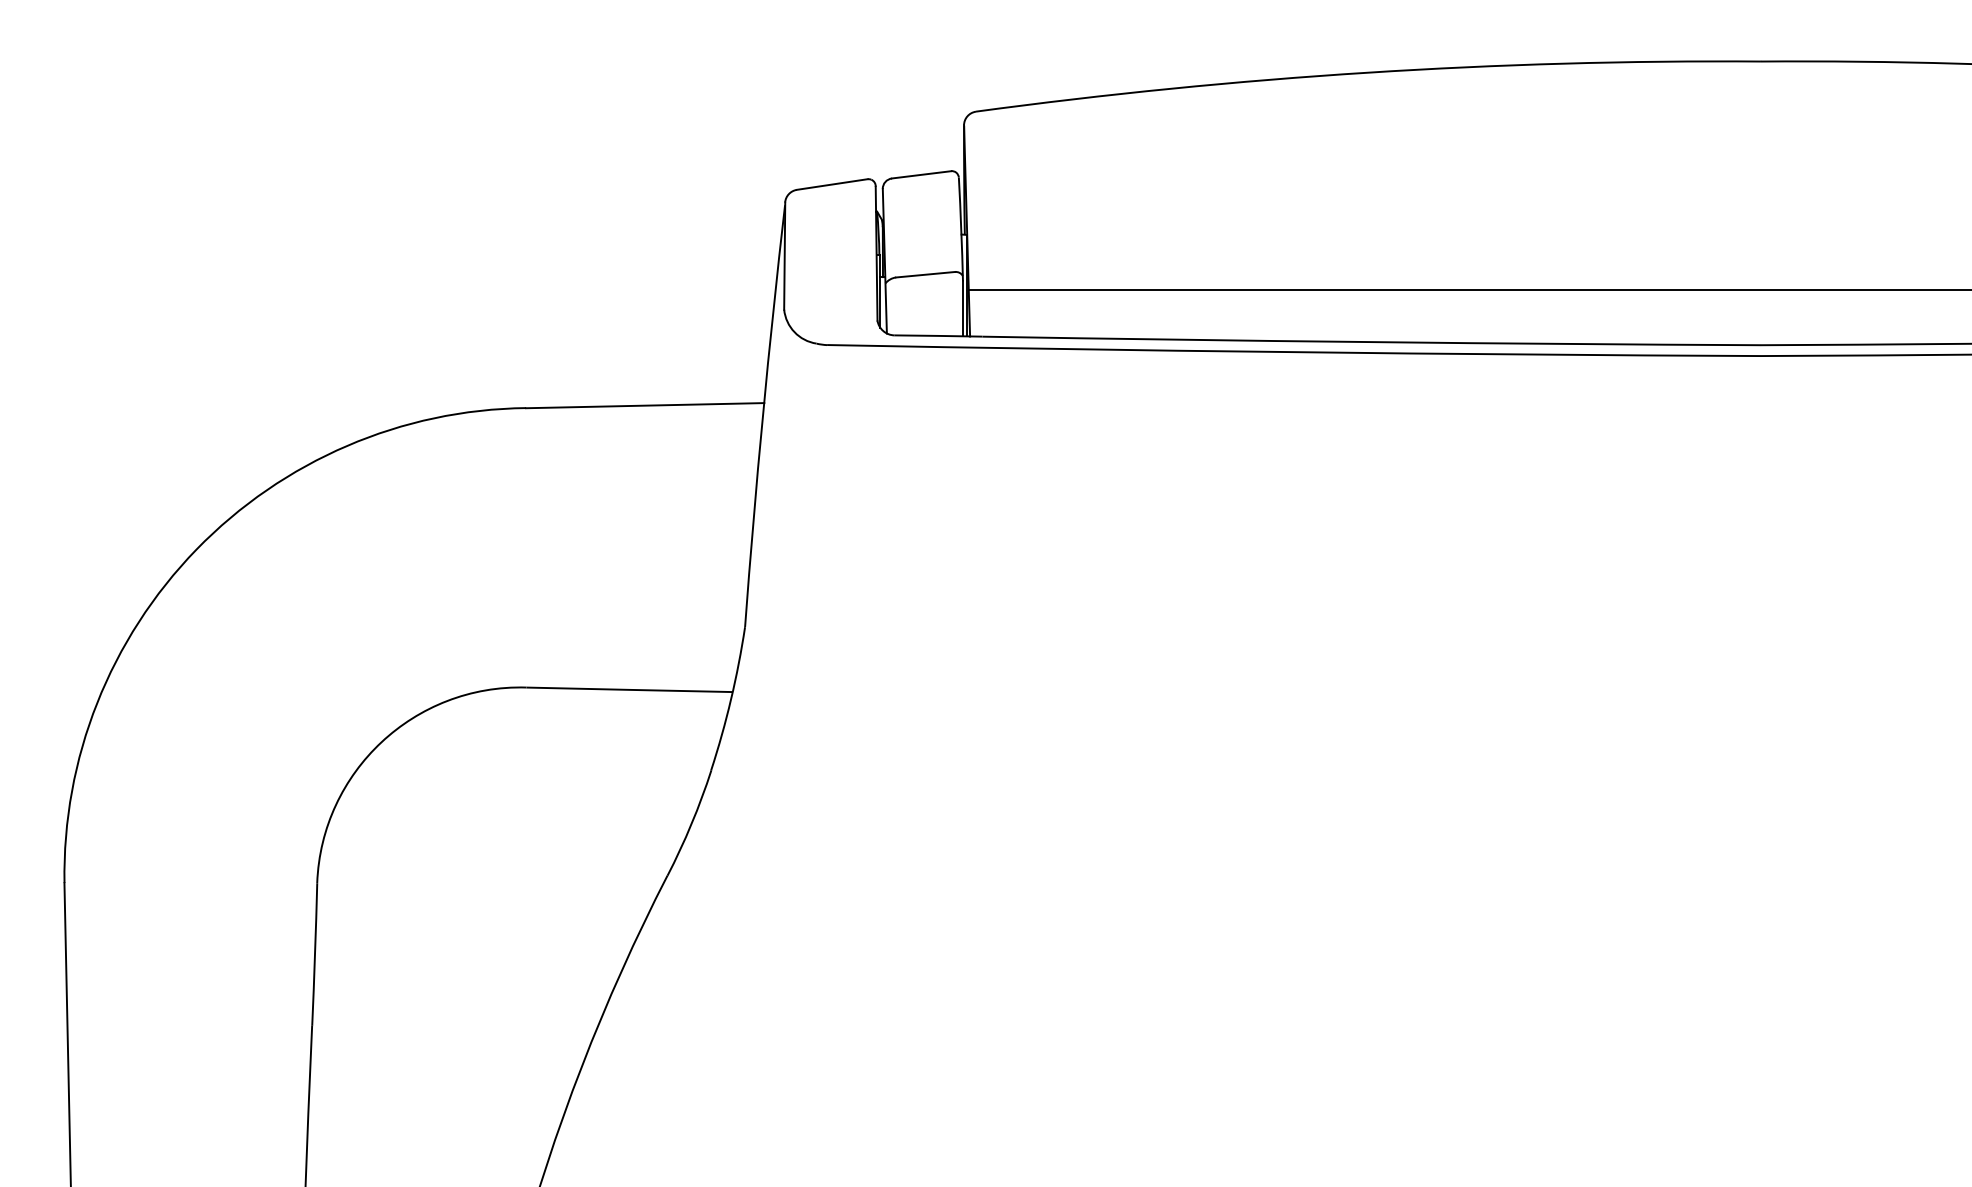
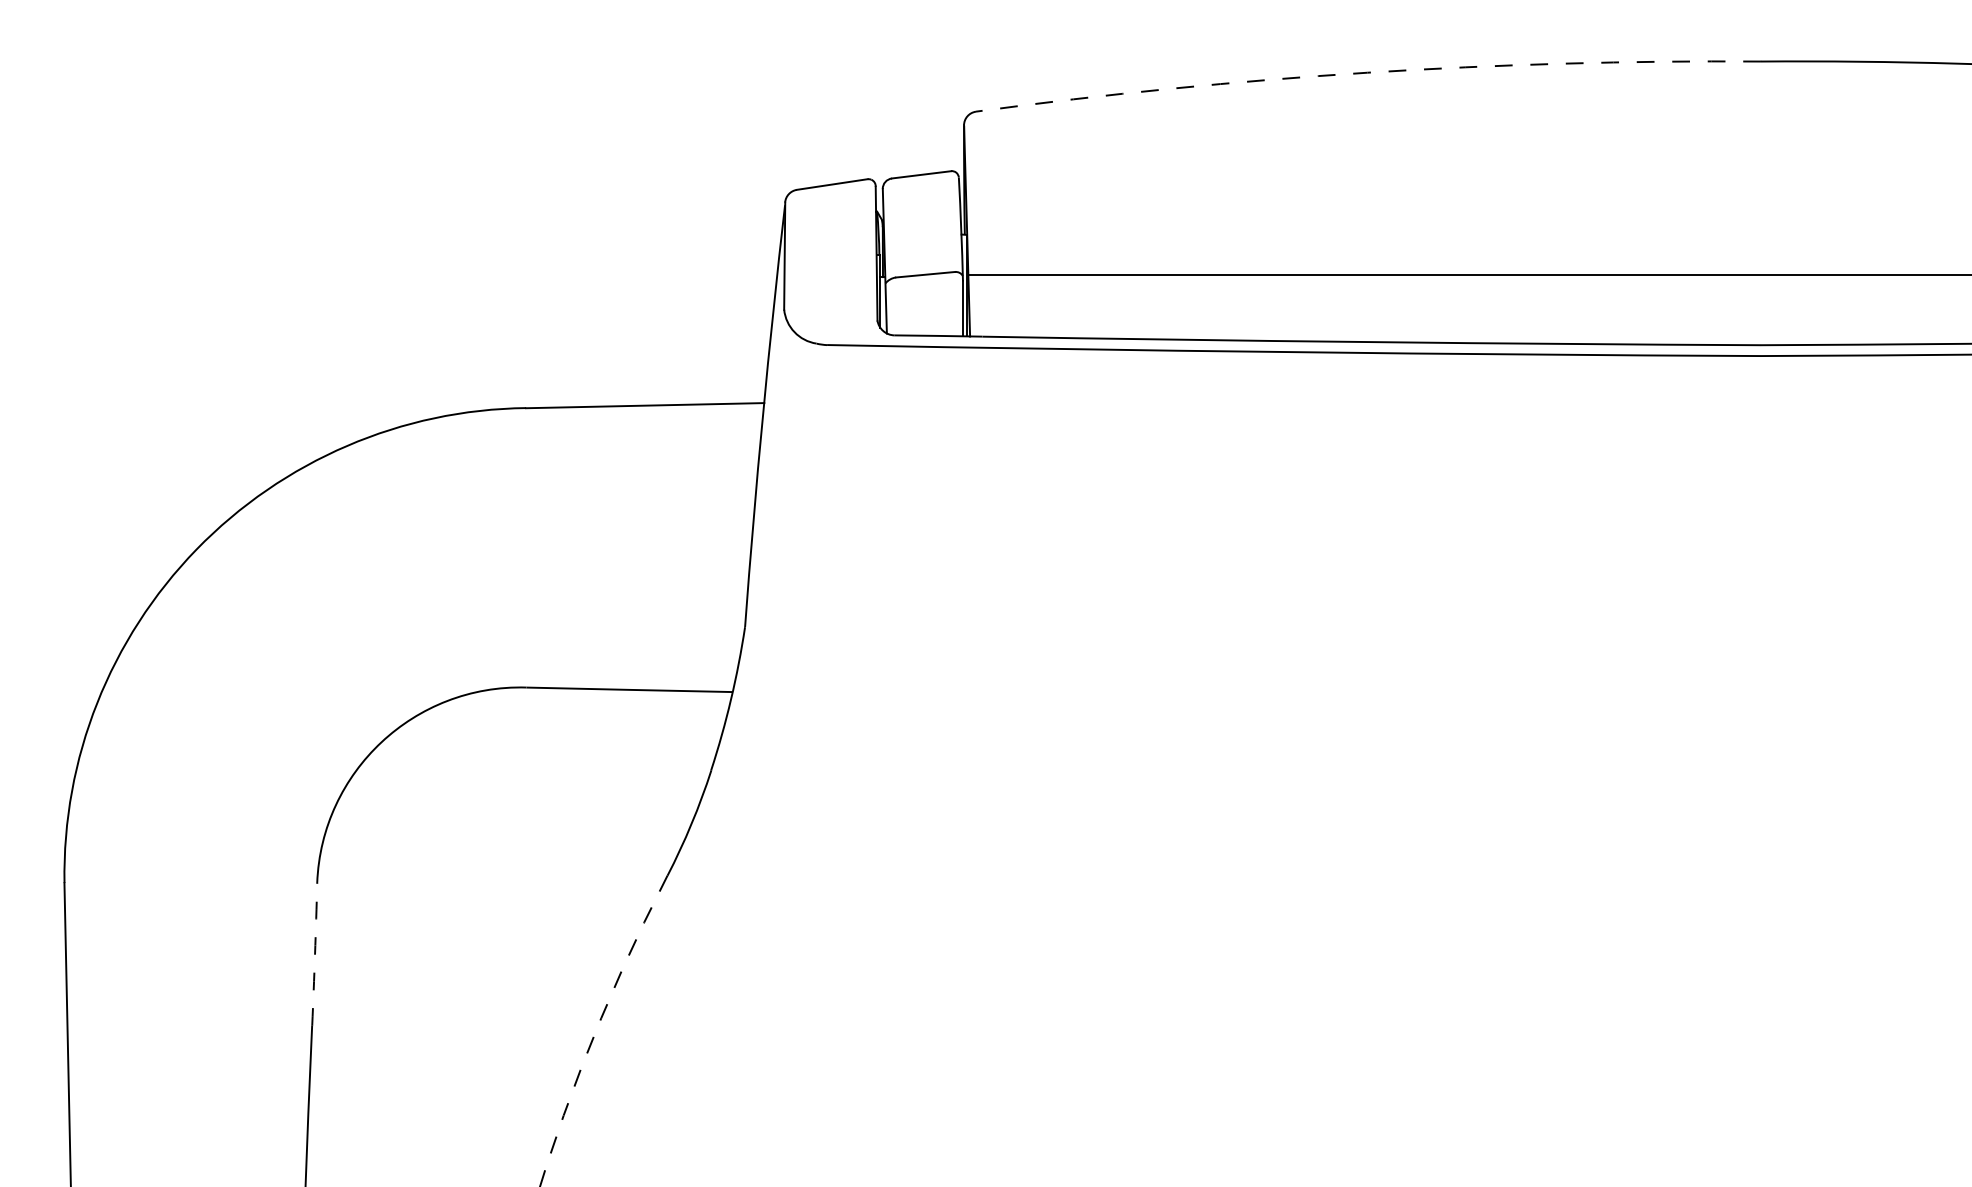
arc at (1367, 72): solid -> dashed
line at (1468, 290) position: (1468, 290) -> (1468, 275)
arc at (315, 954): solid -> dashed
arc at (596, 1029): solid -> dashed
